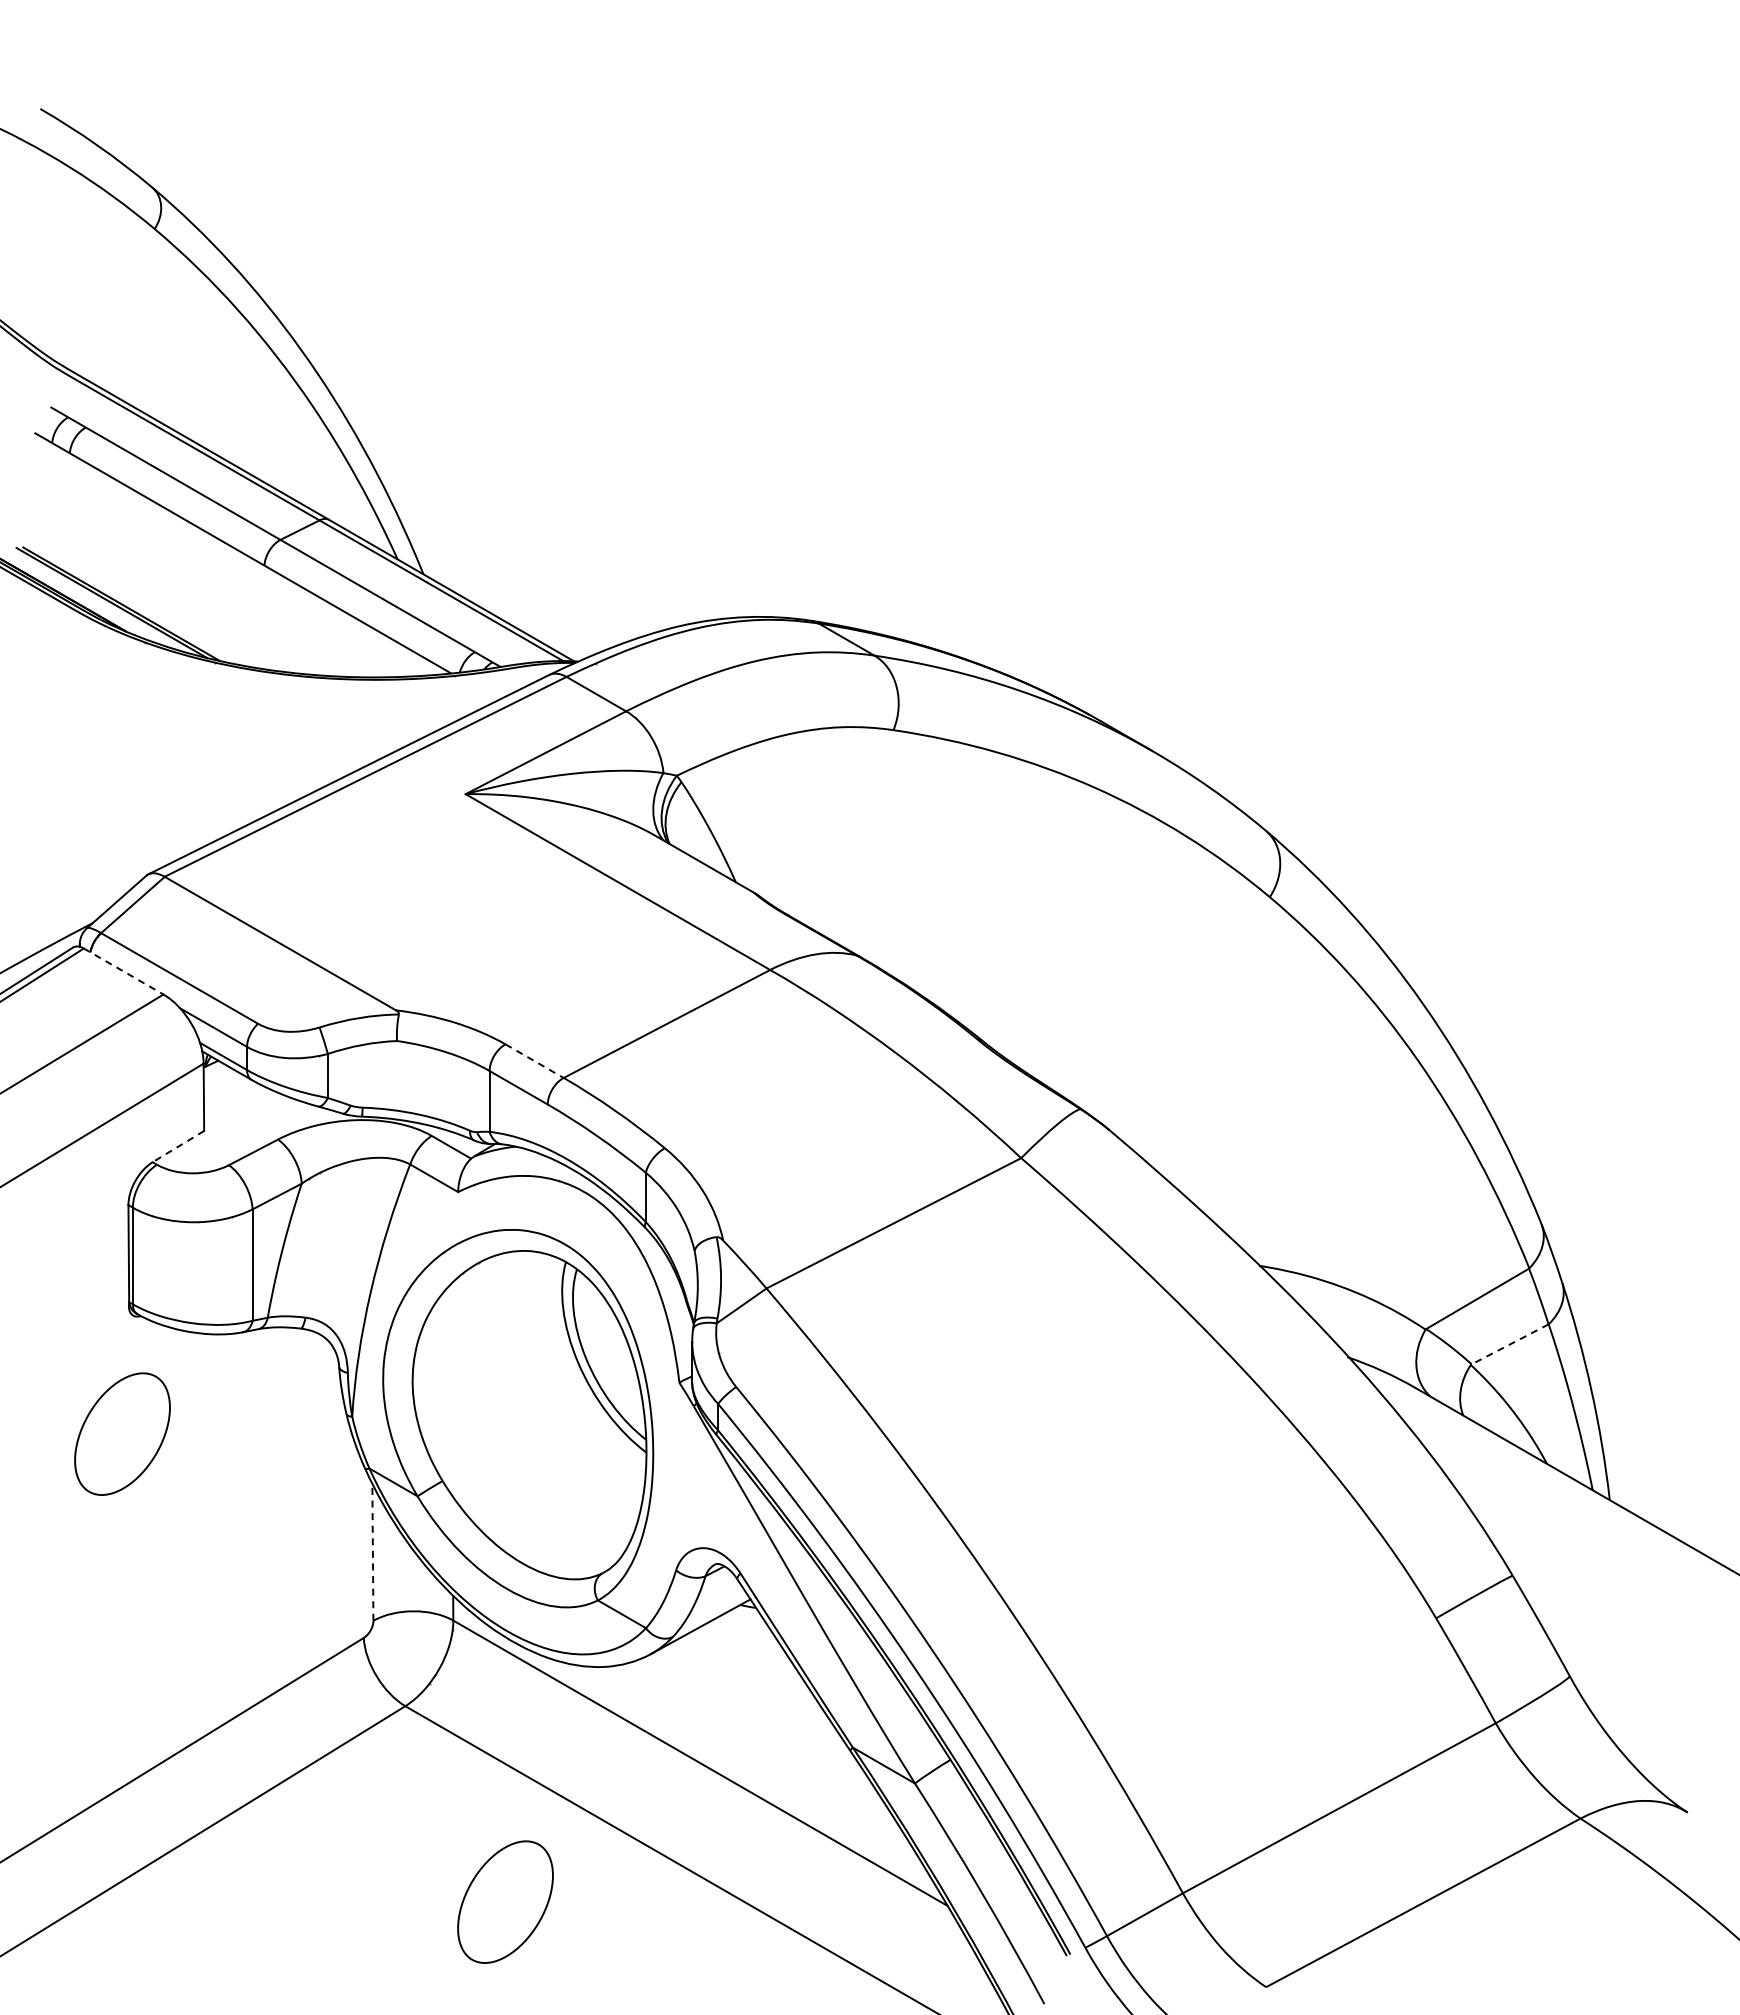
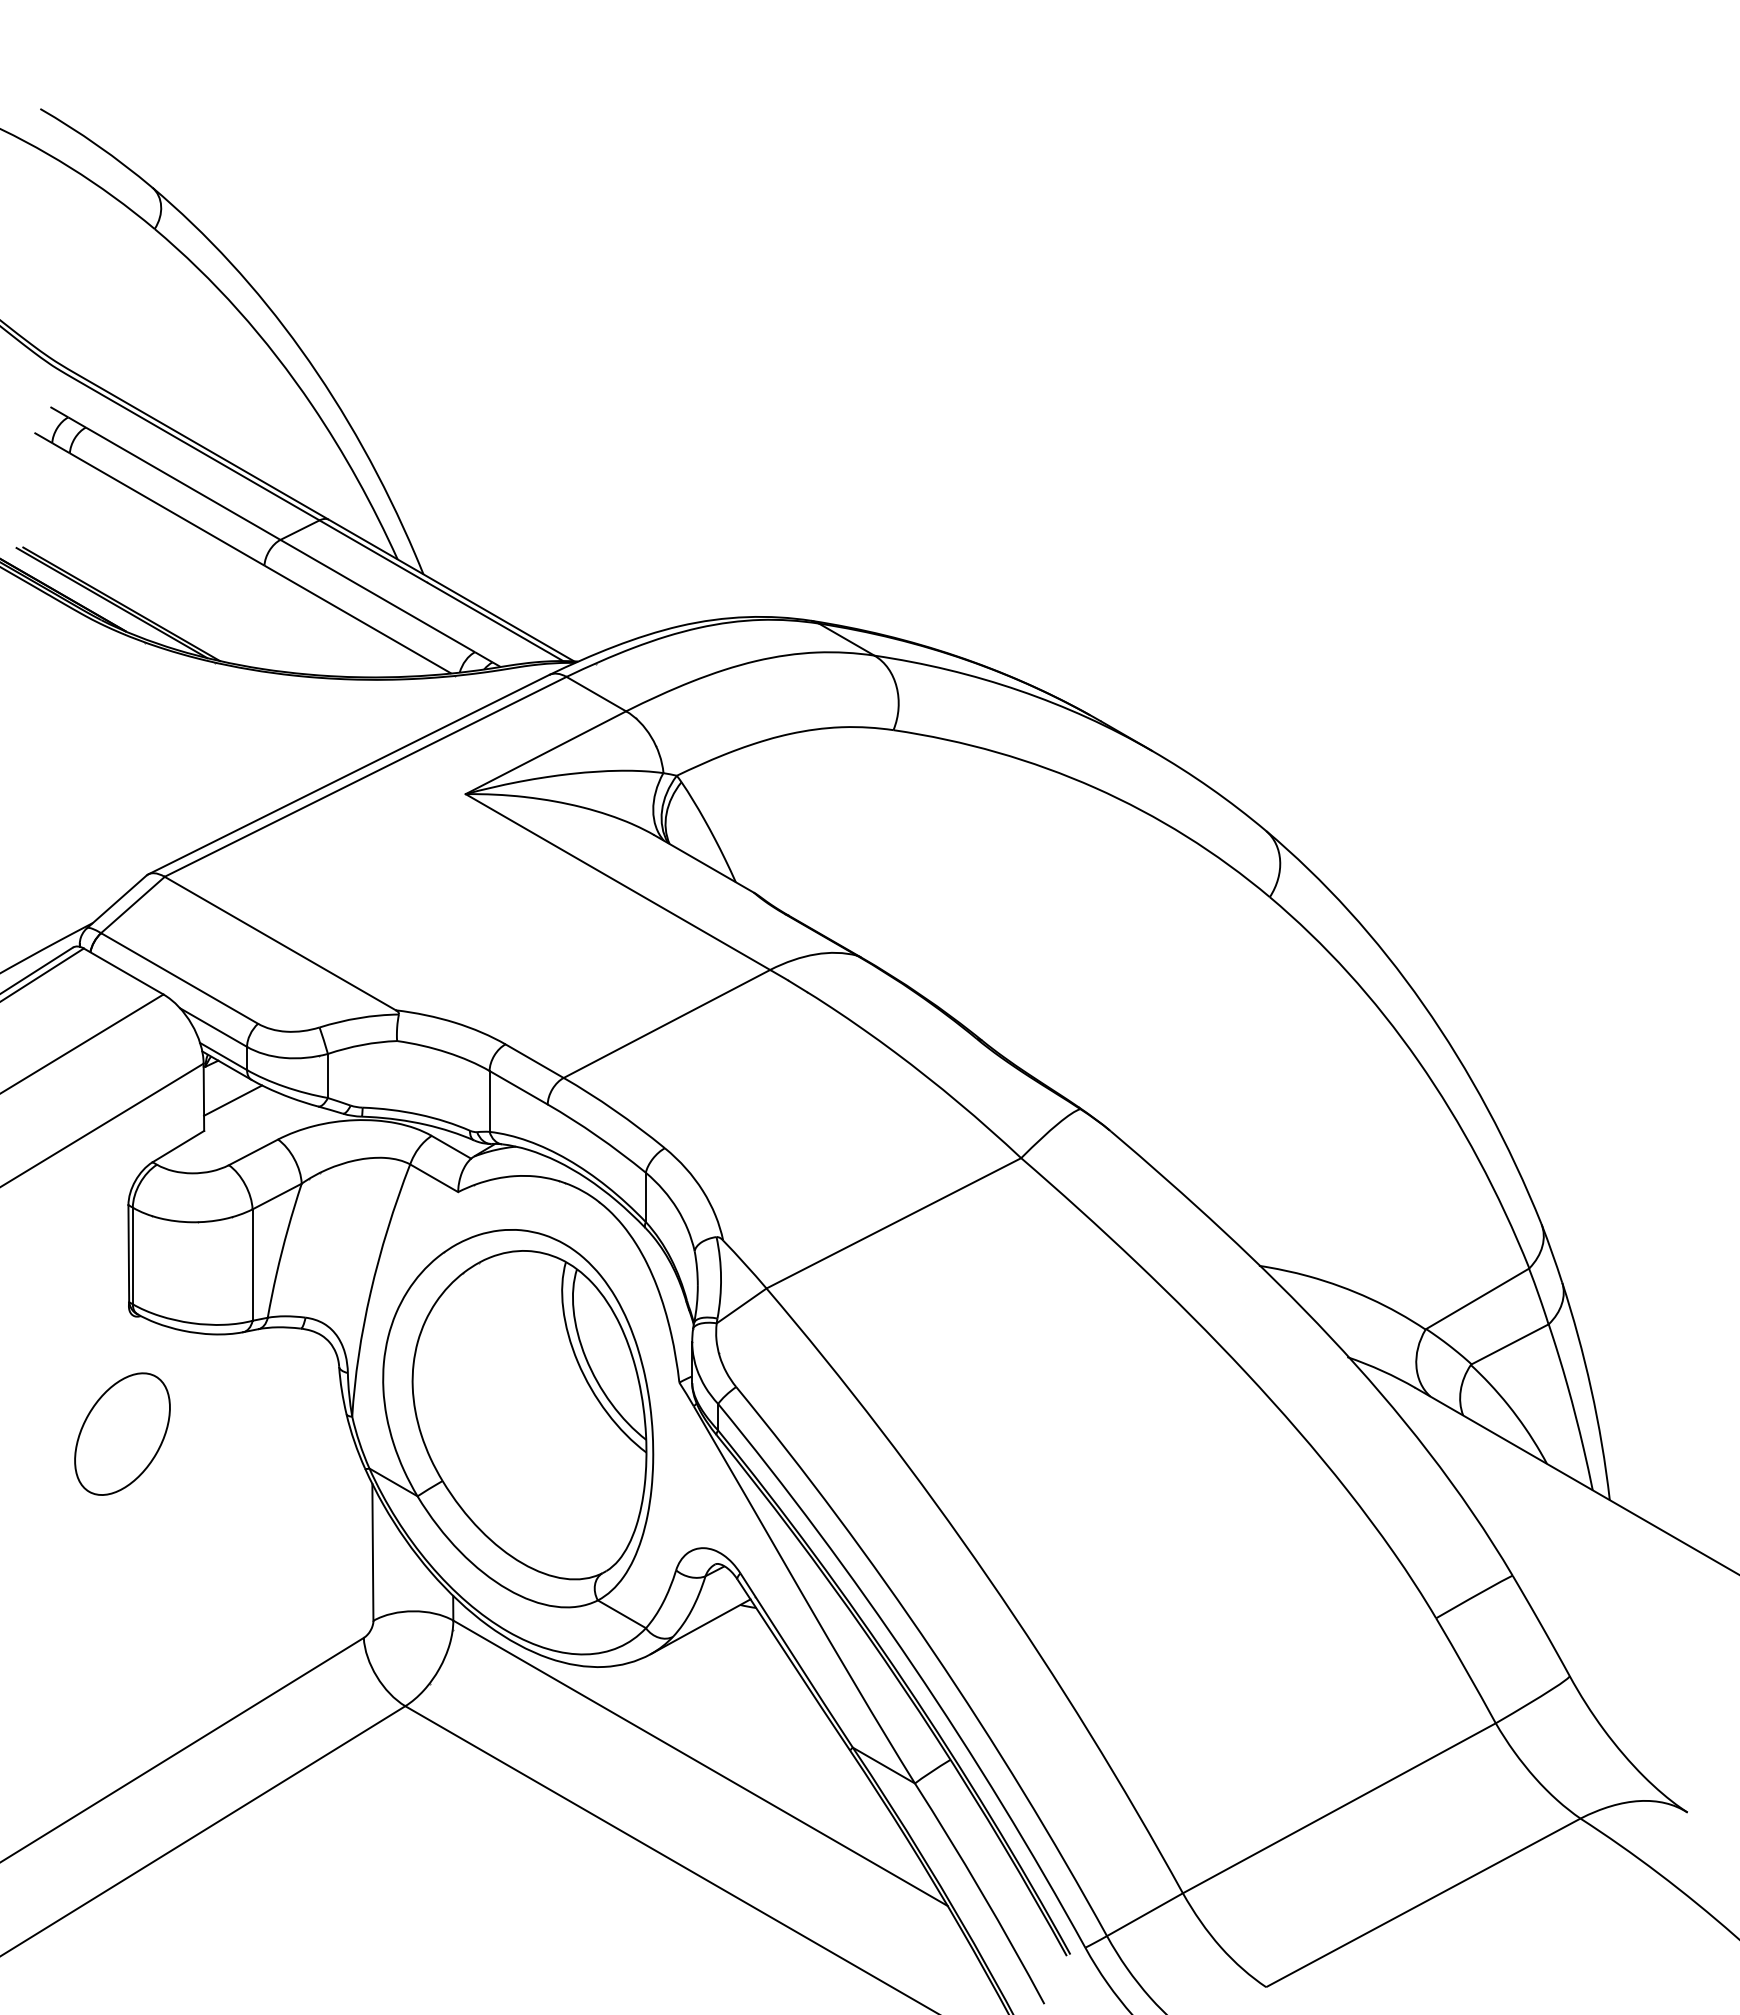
line at (123, 971): dashed -> solid
line at (534, 1061): dashed -> solid
line at (233, 1100): none -> present
line at (177, 1146): dashed -> solid
line at (1509, 1344): dashed -> solid
line at (372, 1551): dashed -> solid
part at (505, 1901): present -> none
